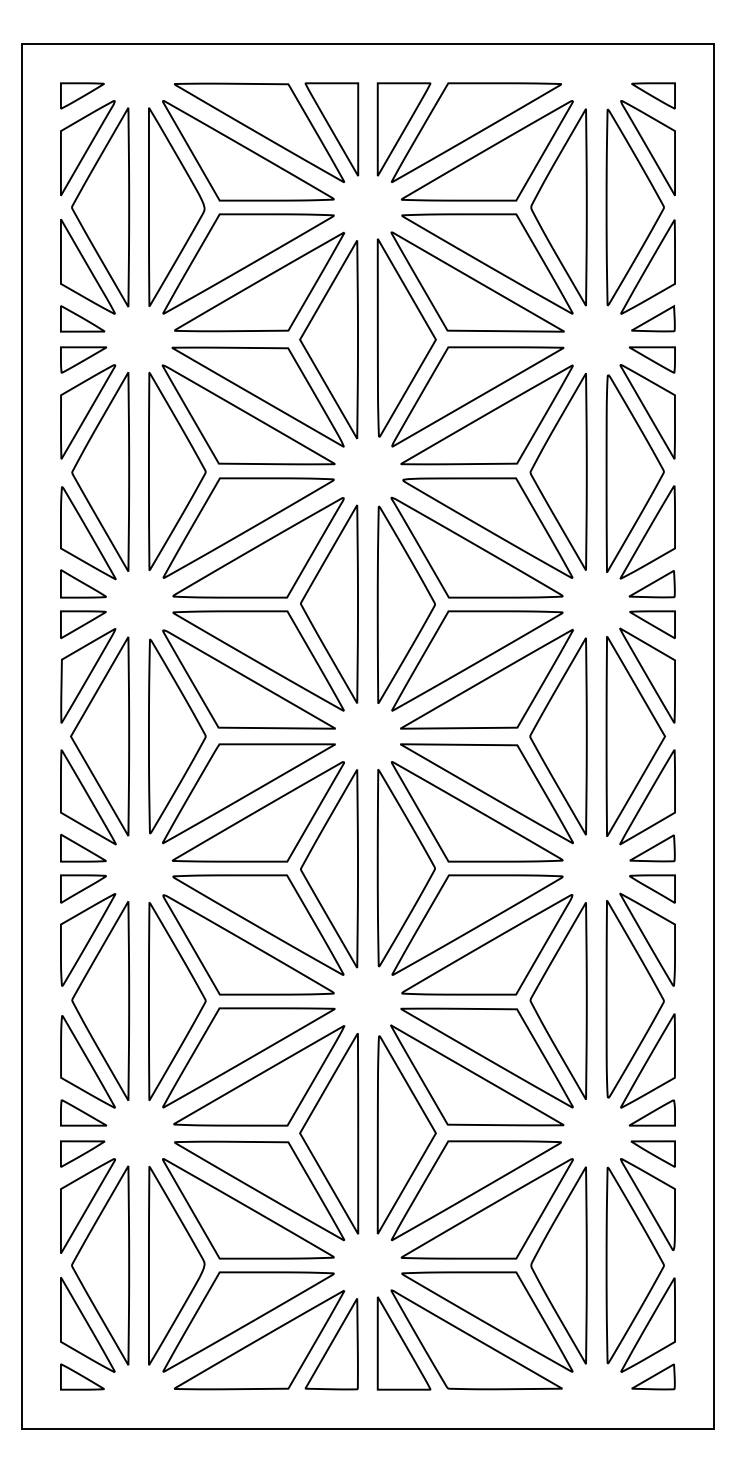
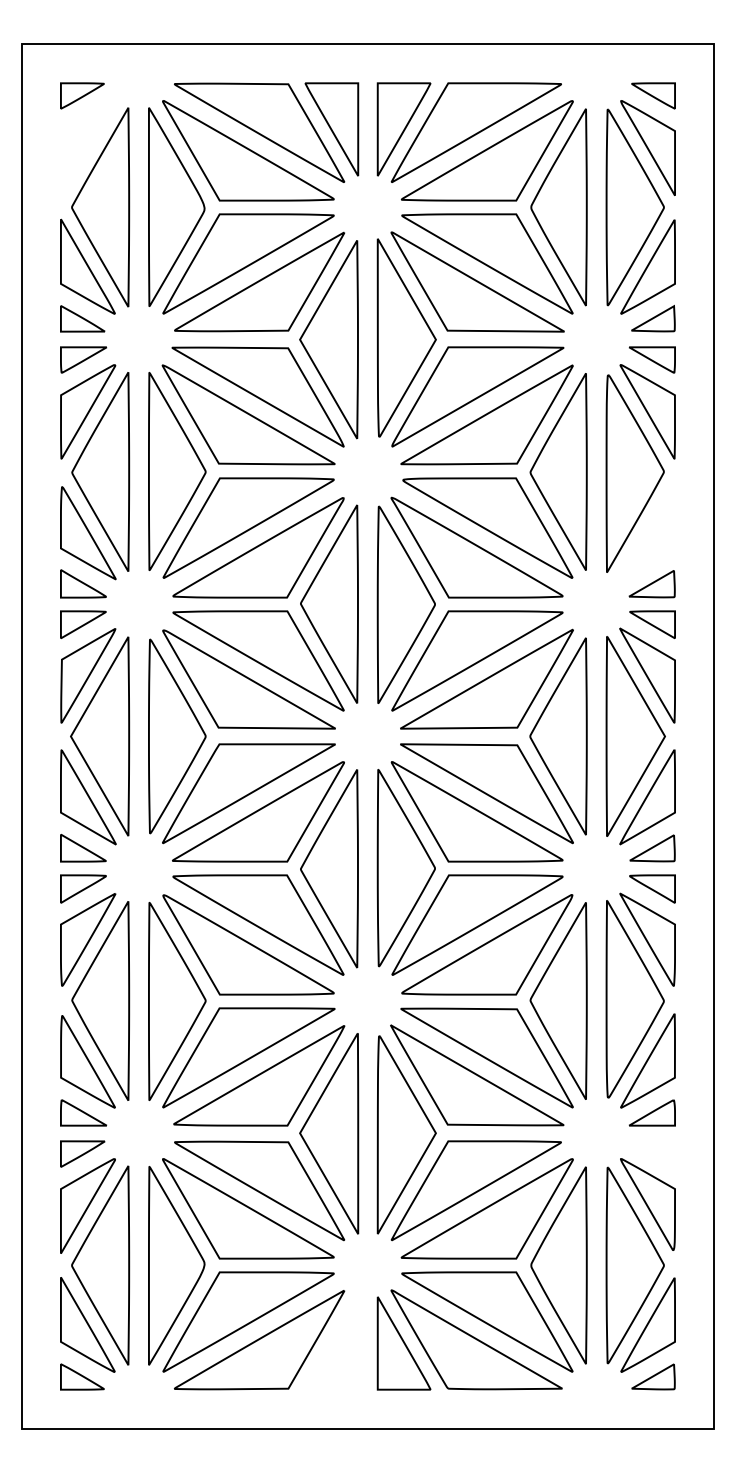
part at (87, 147): present -> none
part at (647, 532): present -> none
part at (652, 1153): present -> none
part at (331, 1344): present -> none
